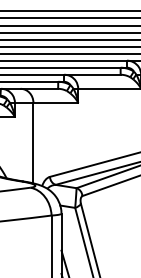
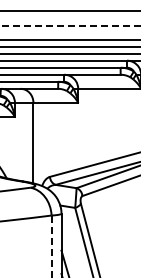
line at (69, 18): present -> none
line at (70, 25): solid -> dashed
line at (69, 32): present -> none
line at (51, 246): solid -> dashed
